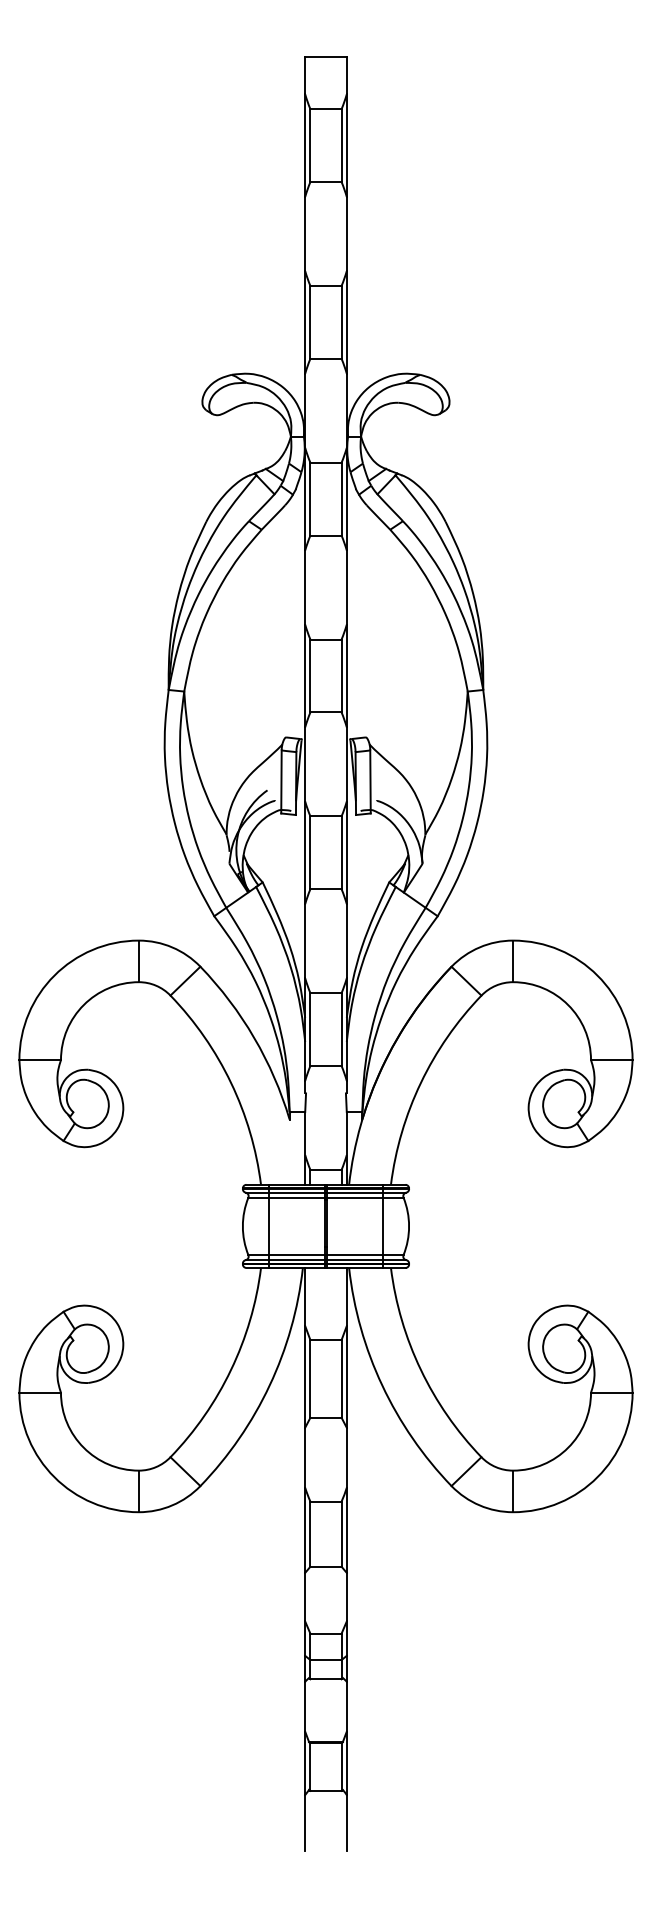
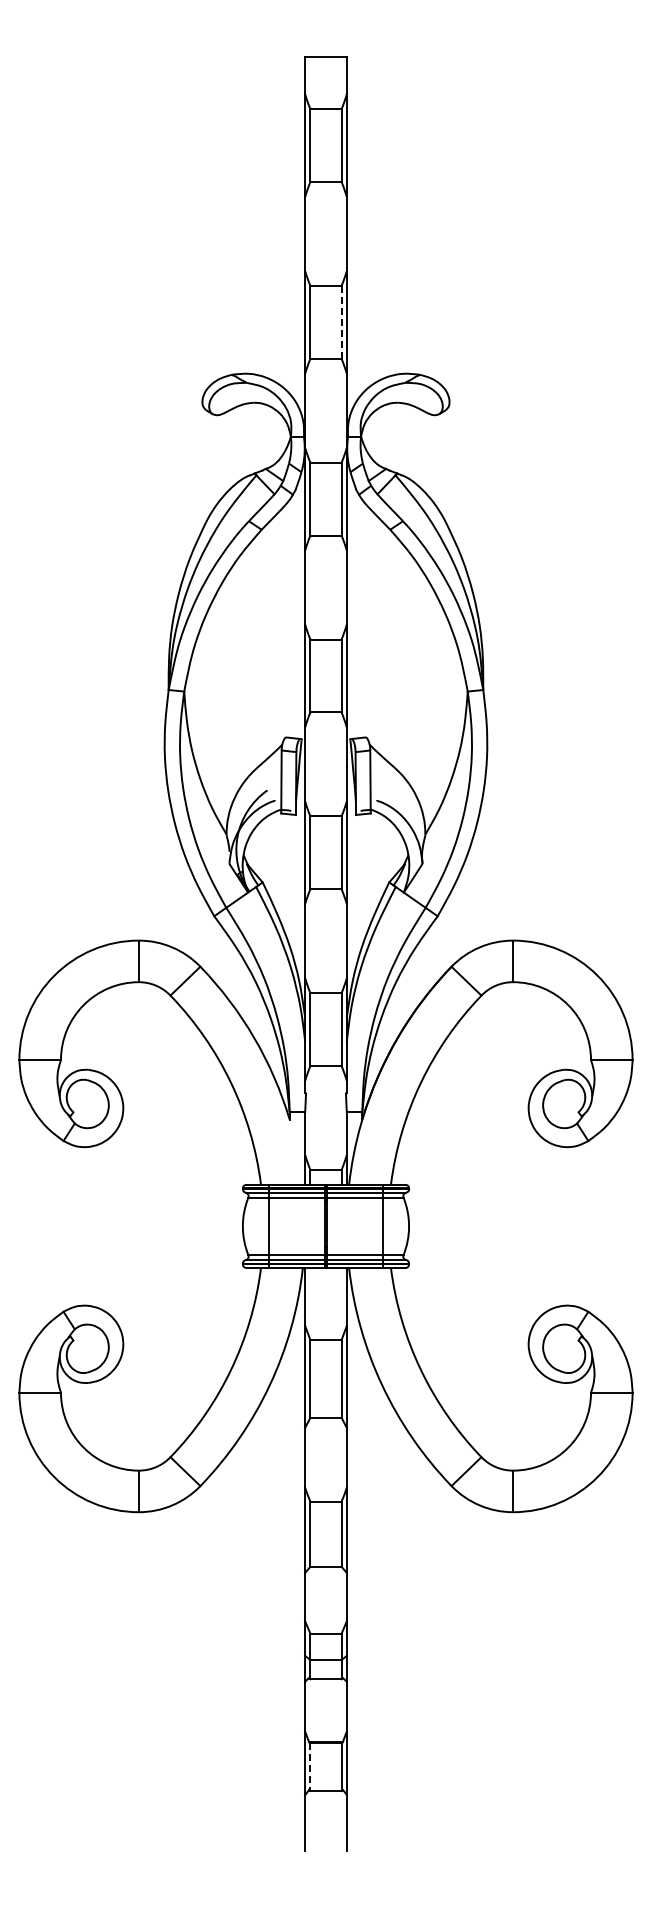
line at (341, 321): solid -> dashed
line at (310, 1766): solid -> dashed
